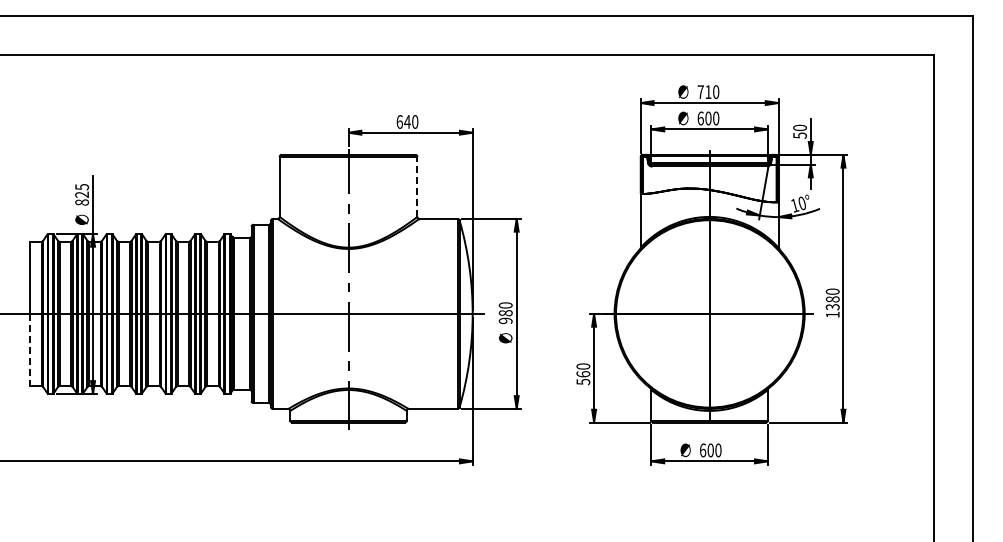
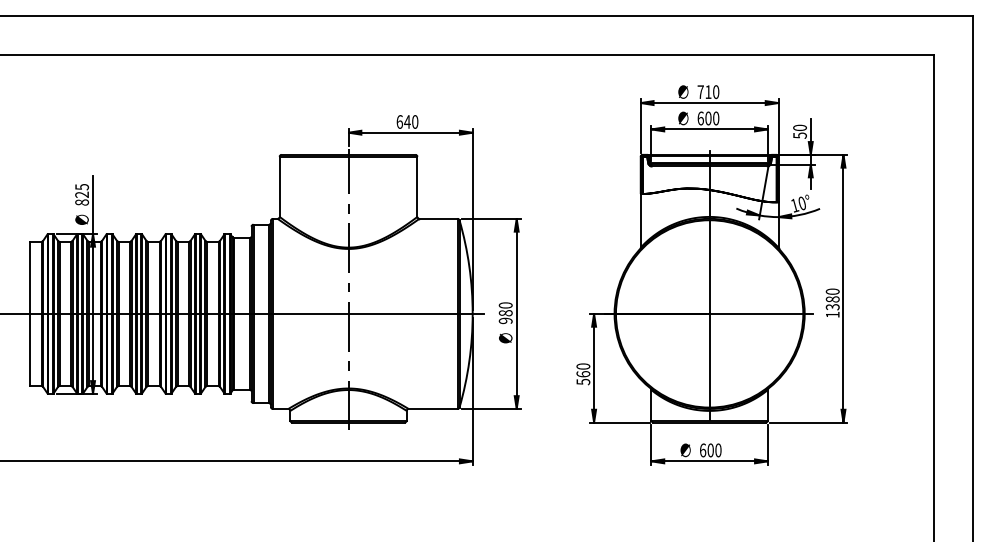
line at (417, 186): dashed -> solid
line at (30, 350): dashed -> solid
